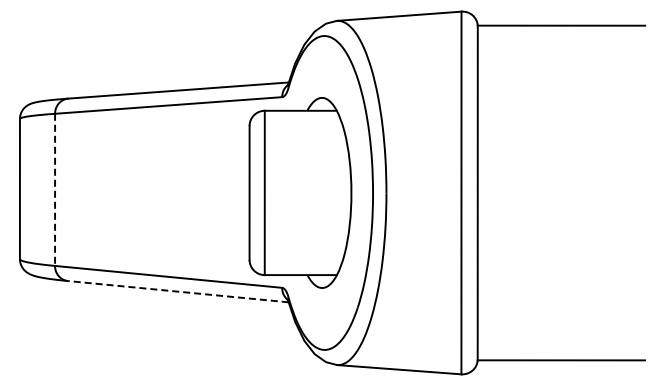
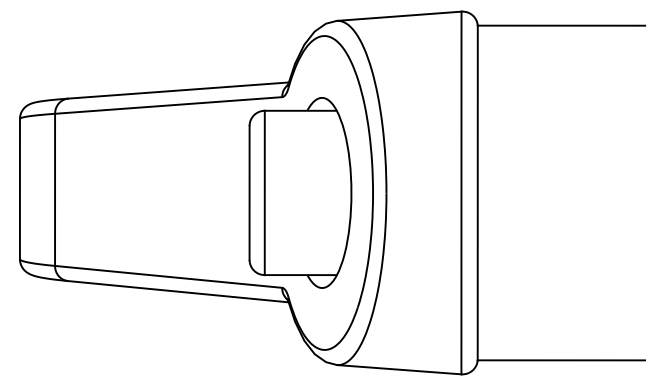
line at (55, 190): dashed -> solid
line at (178, 291): dashed -> solid
